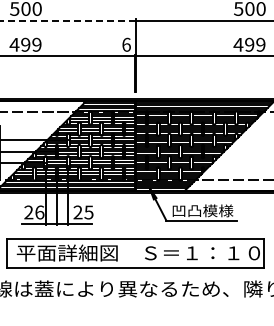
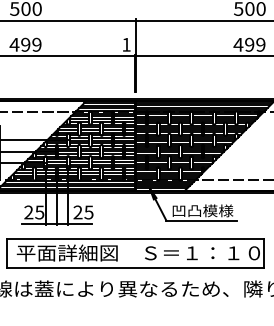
line at (67, 20): dashed -> solid
text at (126, 44): 6 -> 1
text at (39, 212): 26 -> 25
